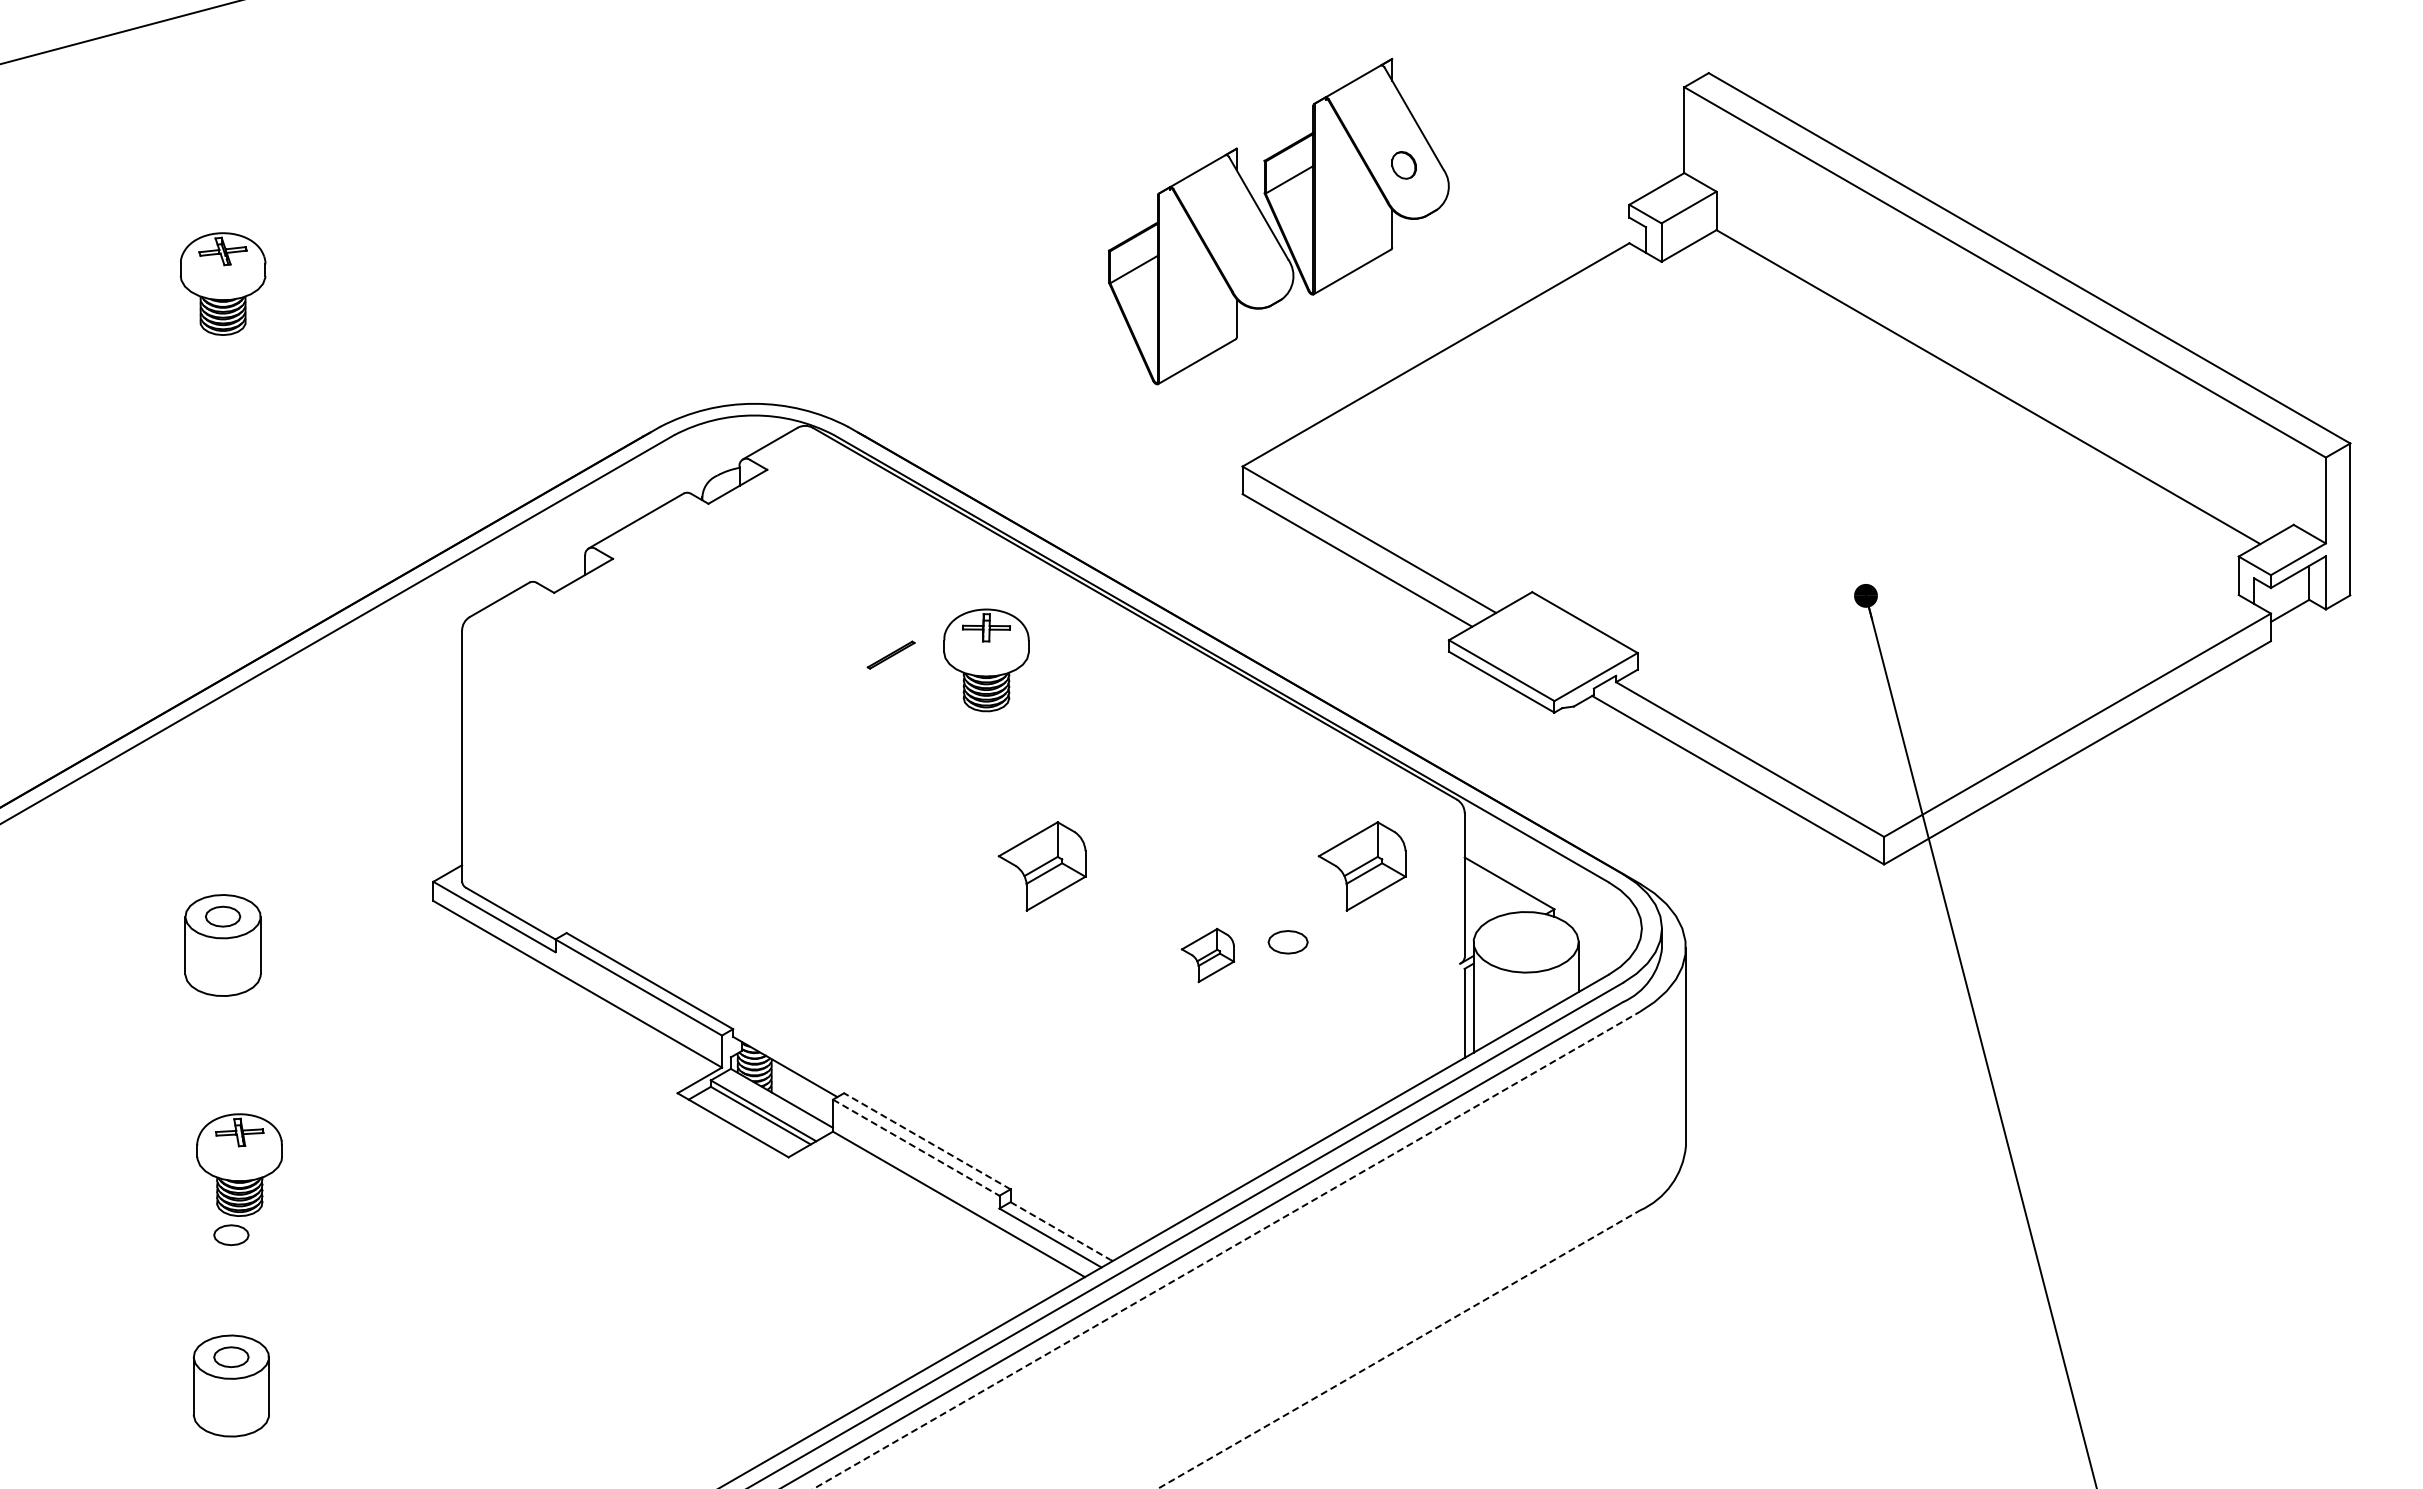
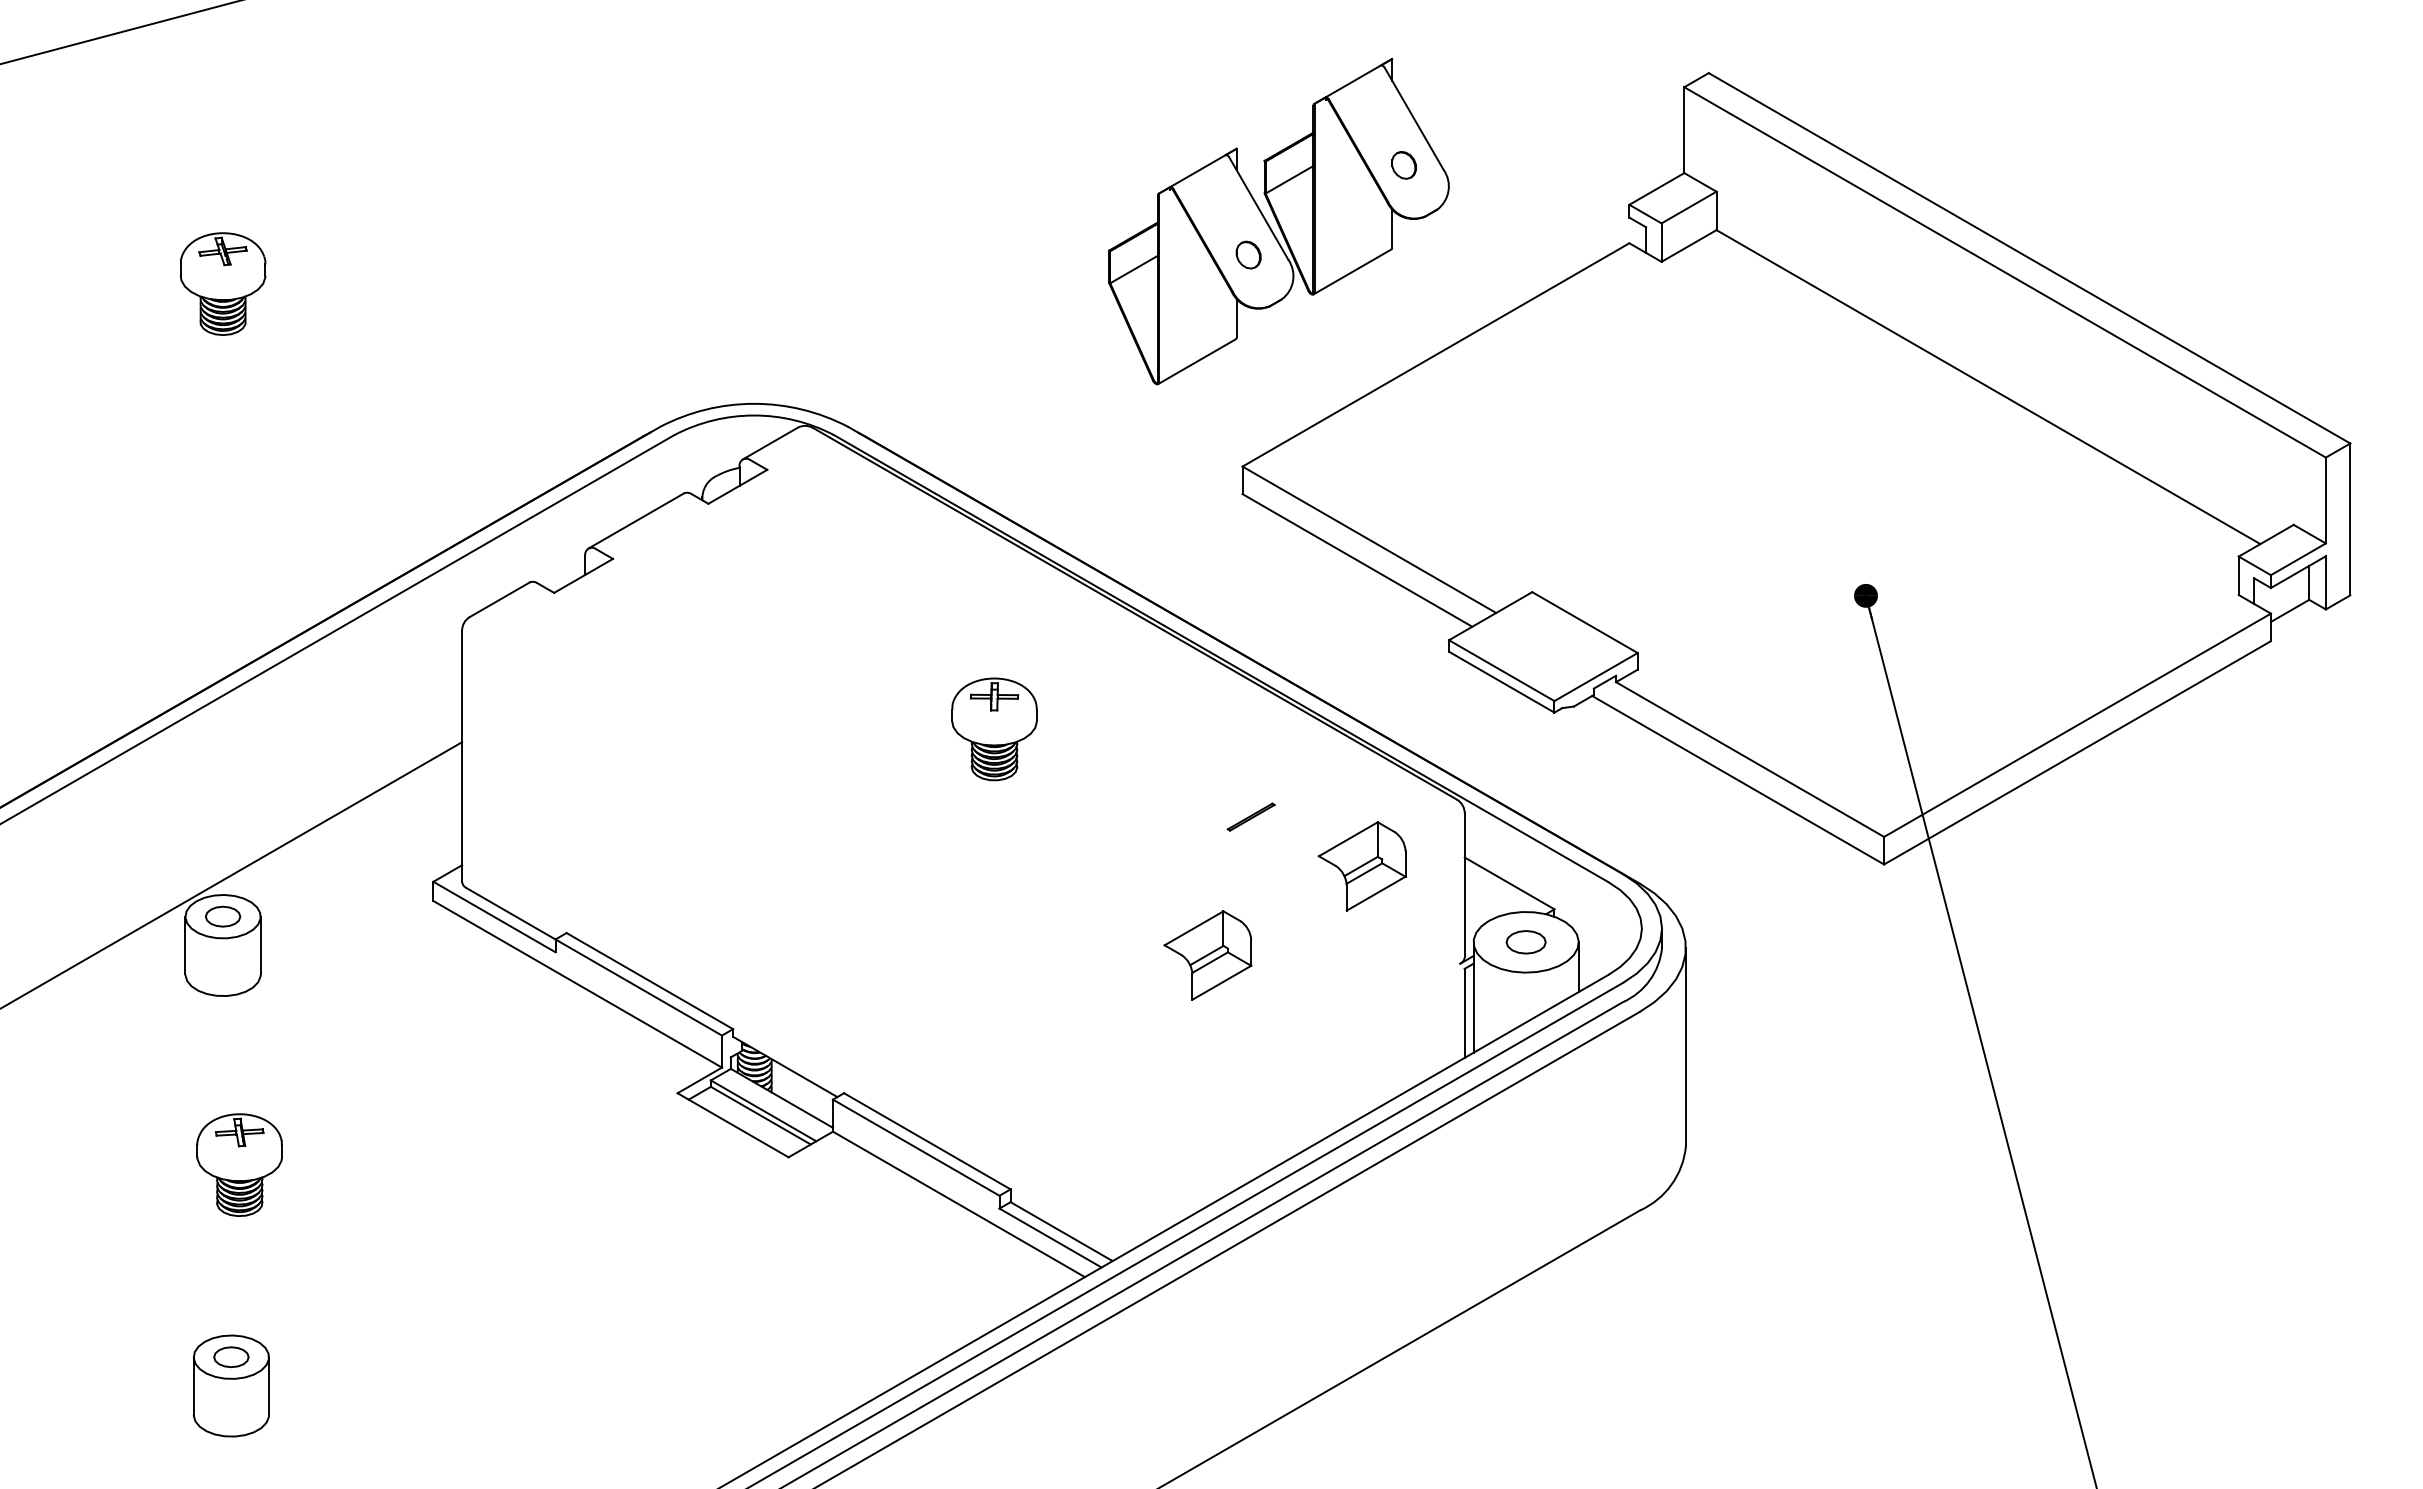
part at (1248, 254): none -> present
part at (890, 654) position: (890, 654) -> (1250, 816)
part at (986, 660) position: (986, 660) -> (994, 729)
part at (1041, 866): present -> none
line at (232, 874): none -> present
part at (1287, 942) position: (1287, 942) -> (1525, 942)
part at (1207, 955) size: 56x57 px -> 90x91 px
line at (926, 1141): dashed -> solid
line at (916, 1147): dashed -> solid
line at (1060, 1231): dashed -> solid
part at (231, 1235): present -> none
line at (1227, 1250): dashed -> solid
line at (1399, 1349): dashed -> solid
